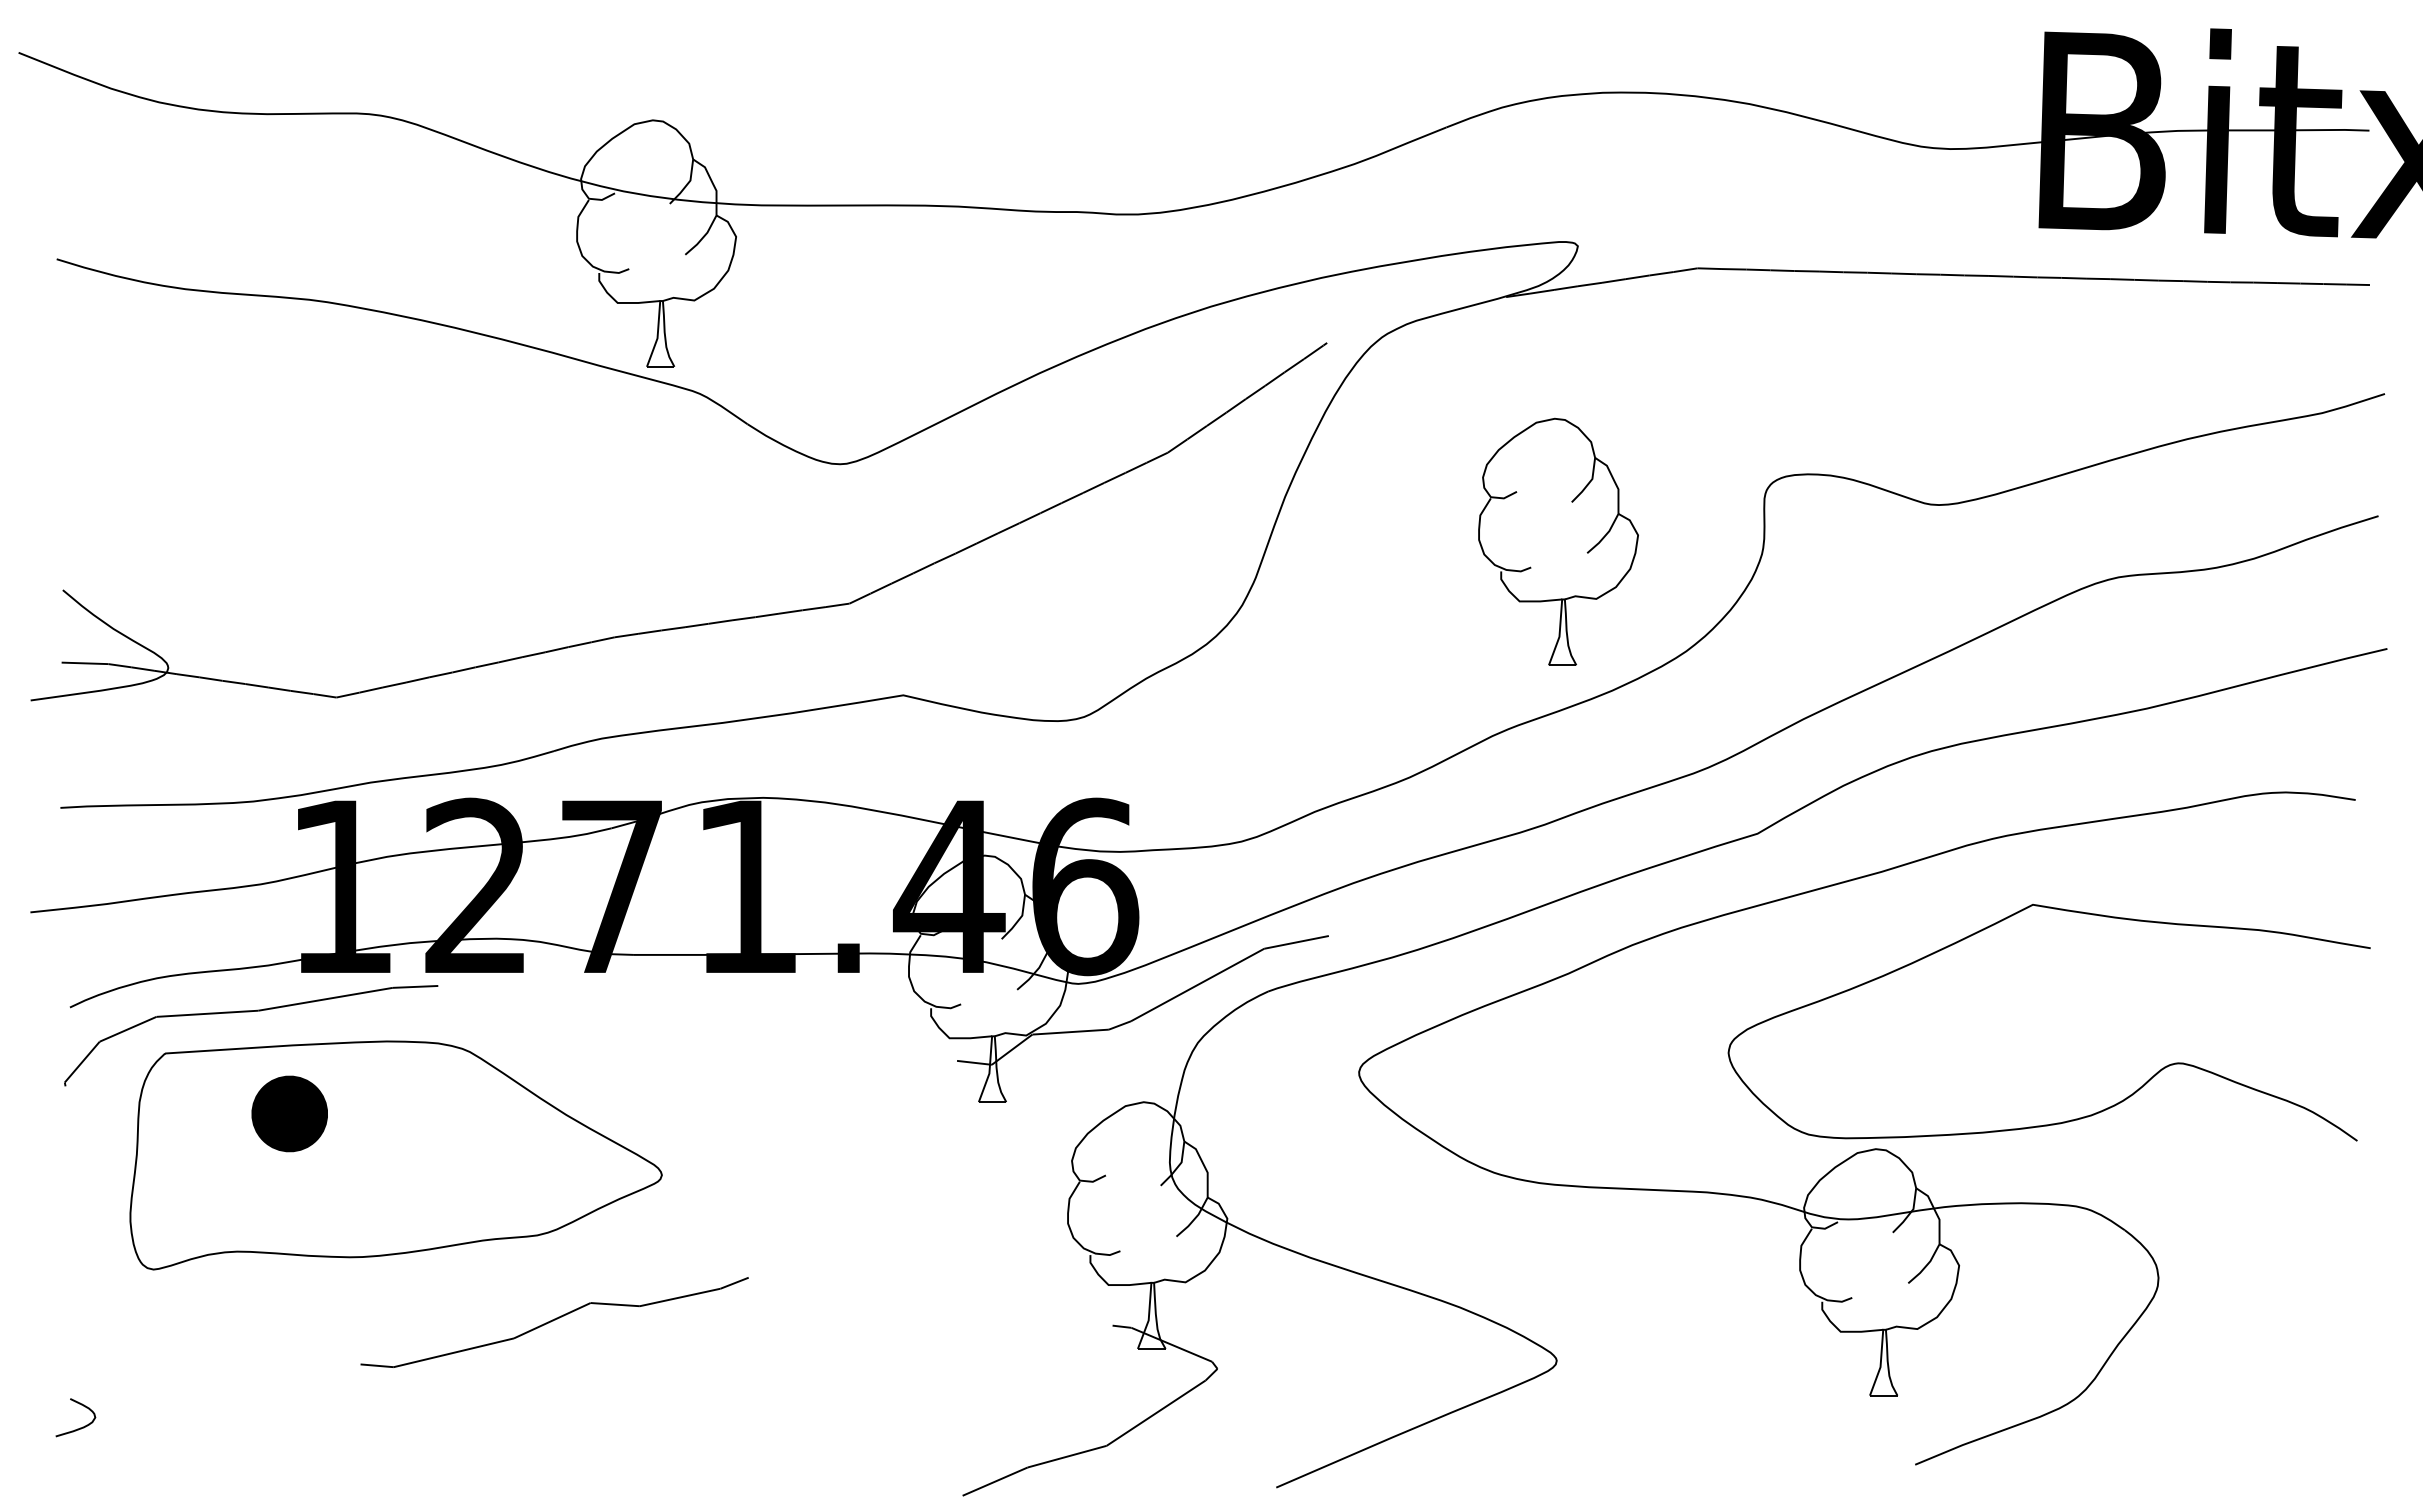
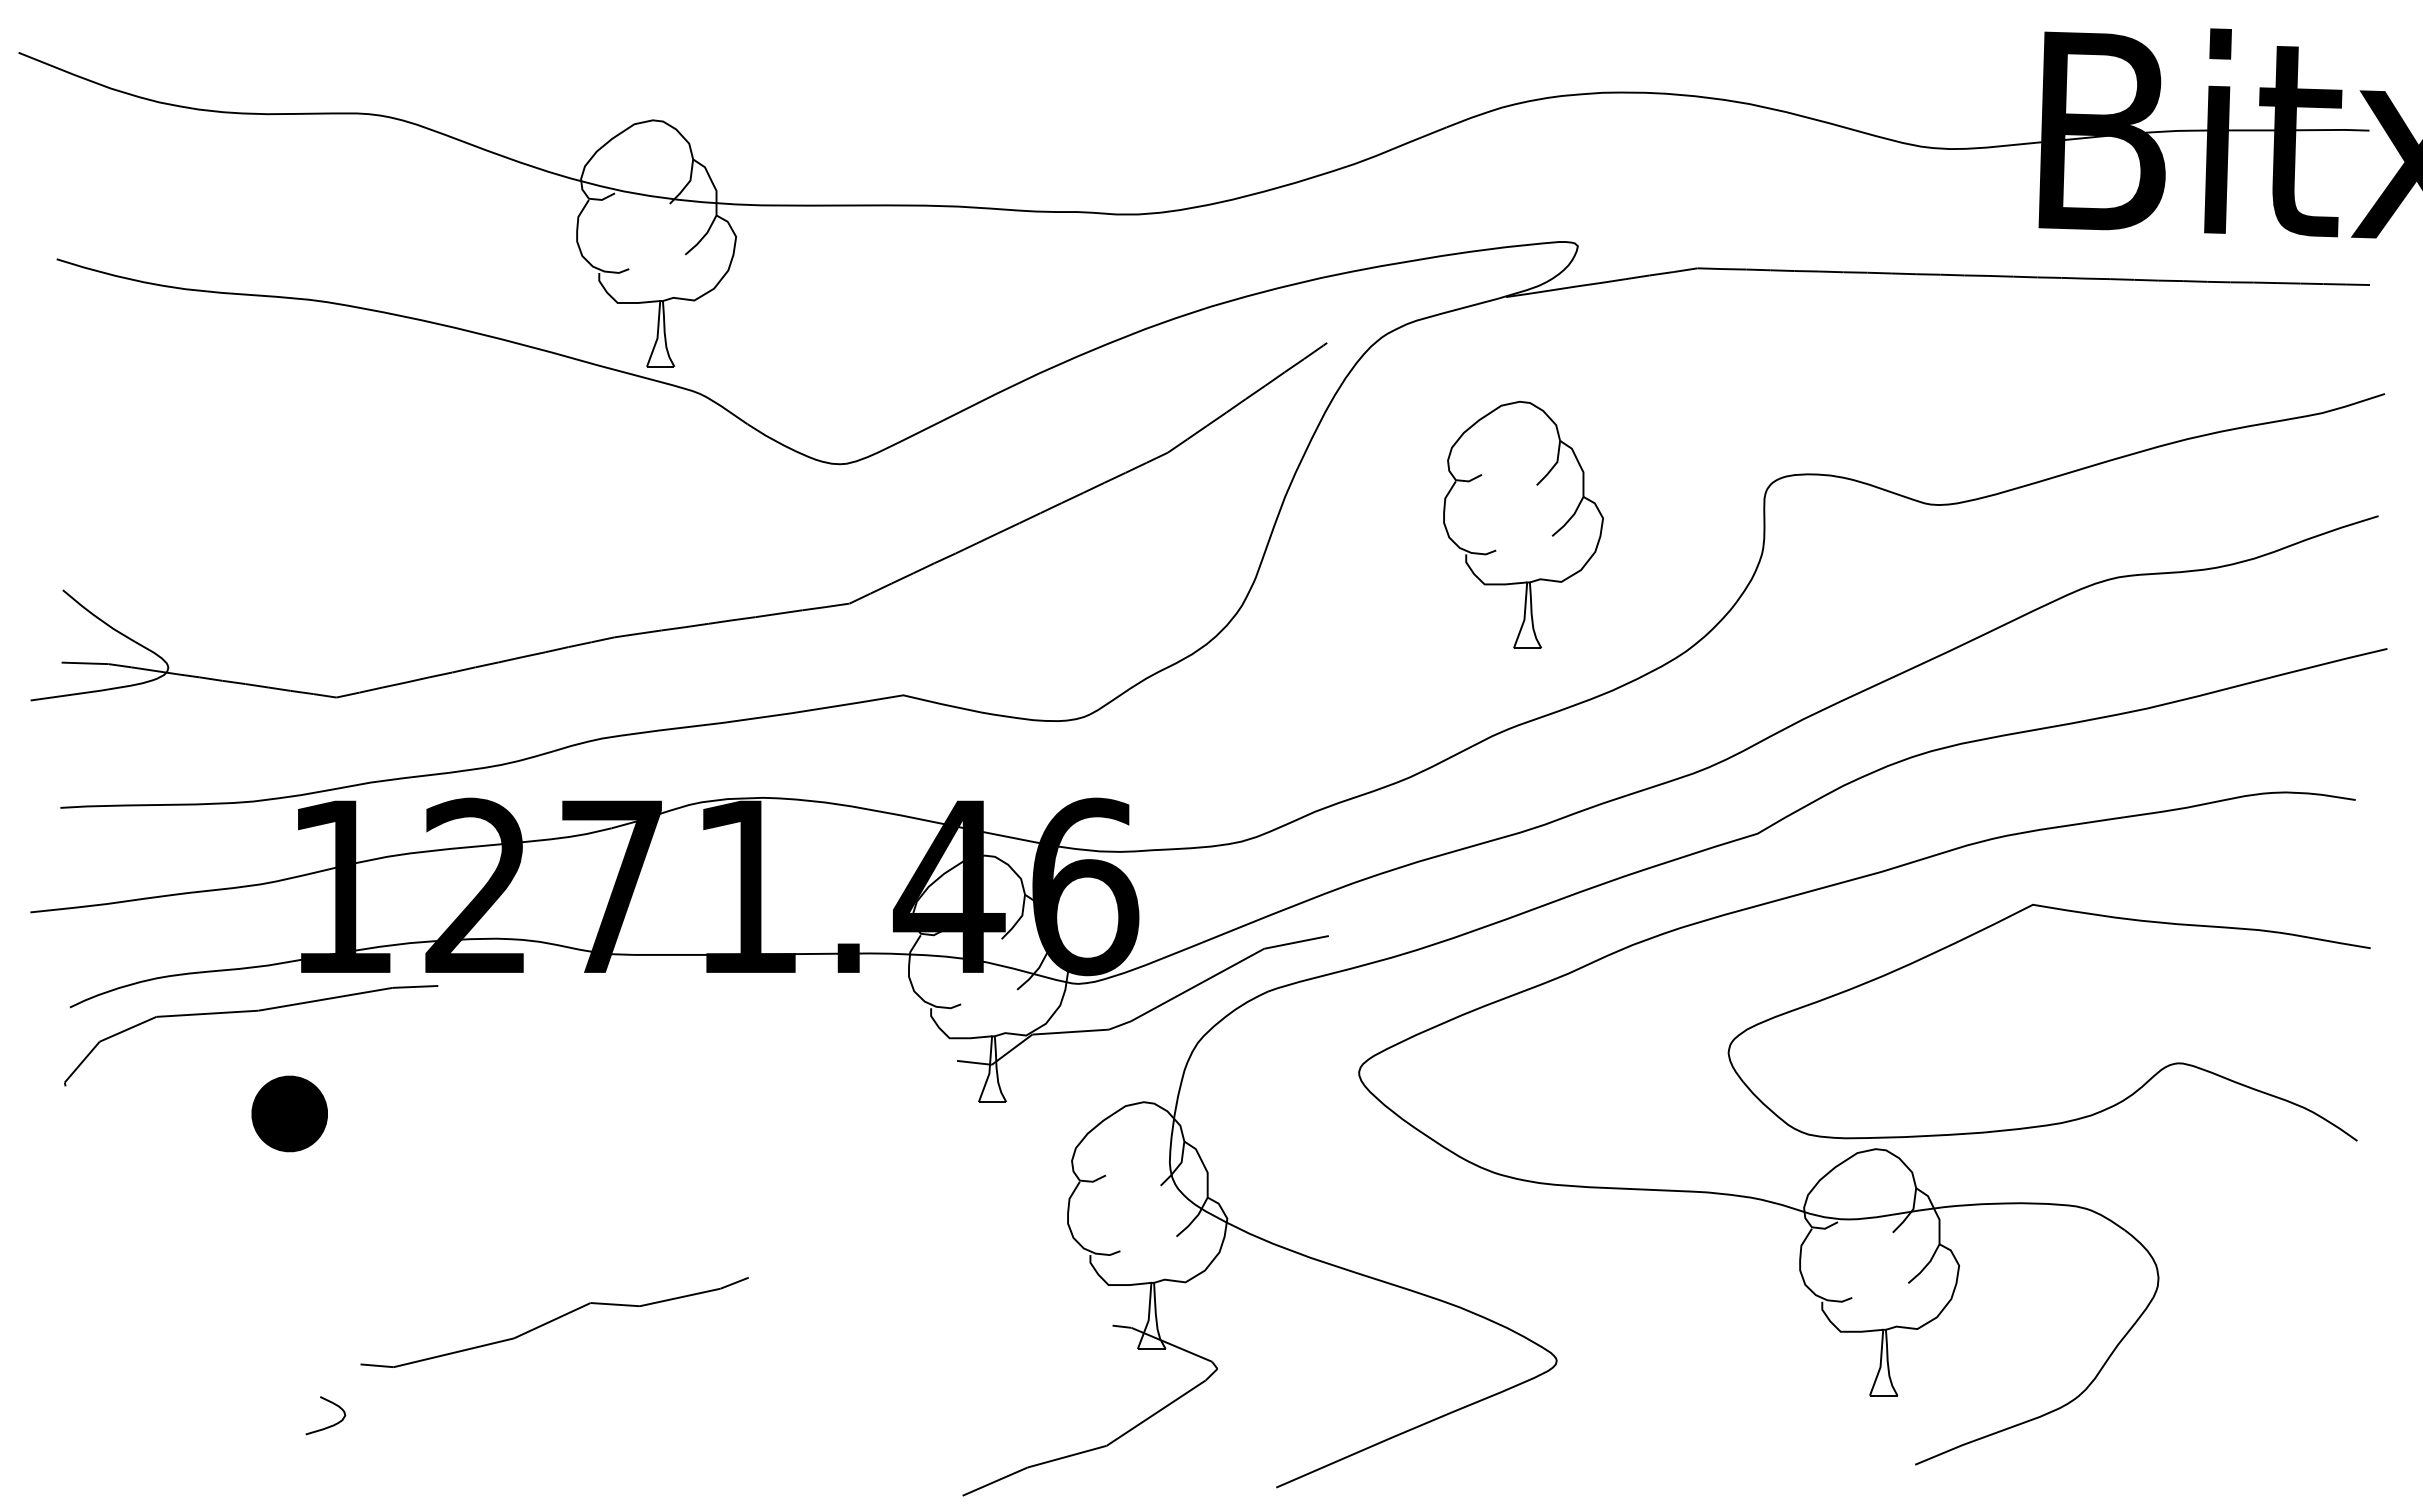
part at (1586, 552) position: (1586, 552) -> (1551, 535)
part at (395, 1155): present -> none
curve at (80, 1427) position: (80, 1427) -> (330, 1425)
